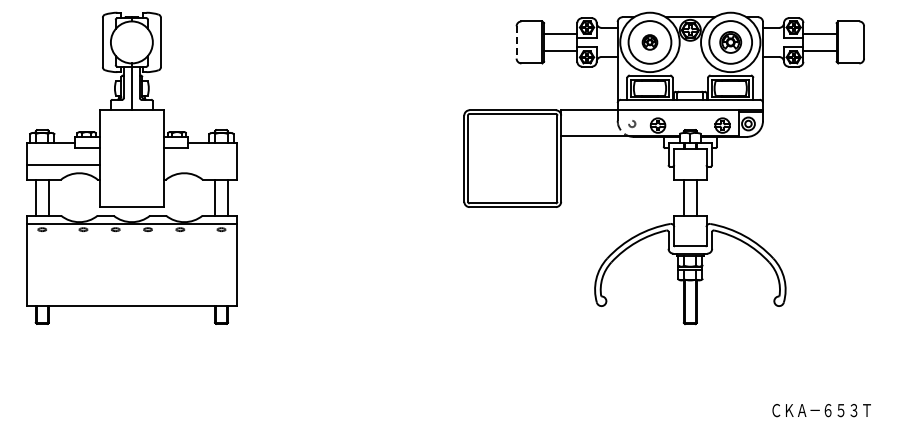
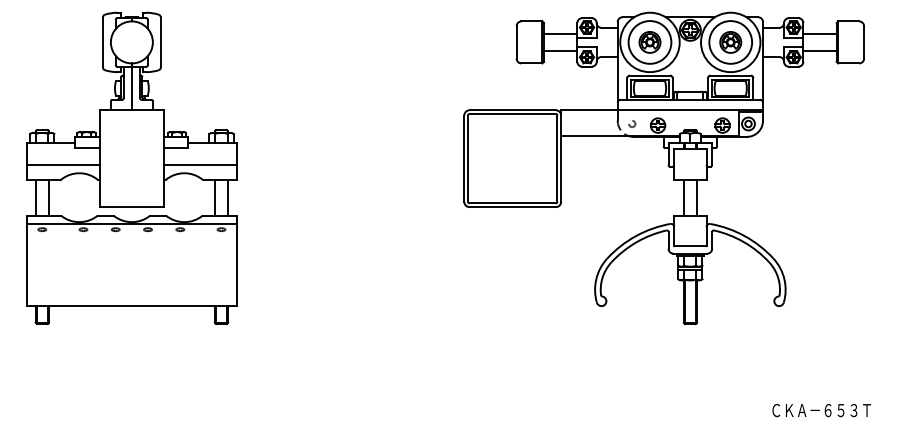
line at (516, 42): dashed -> solid
part at (649, 42) size: 18x17 px -> 24x23 px
line at (200, 165): none -> present
